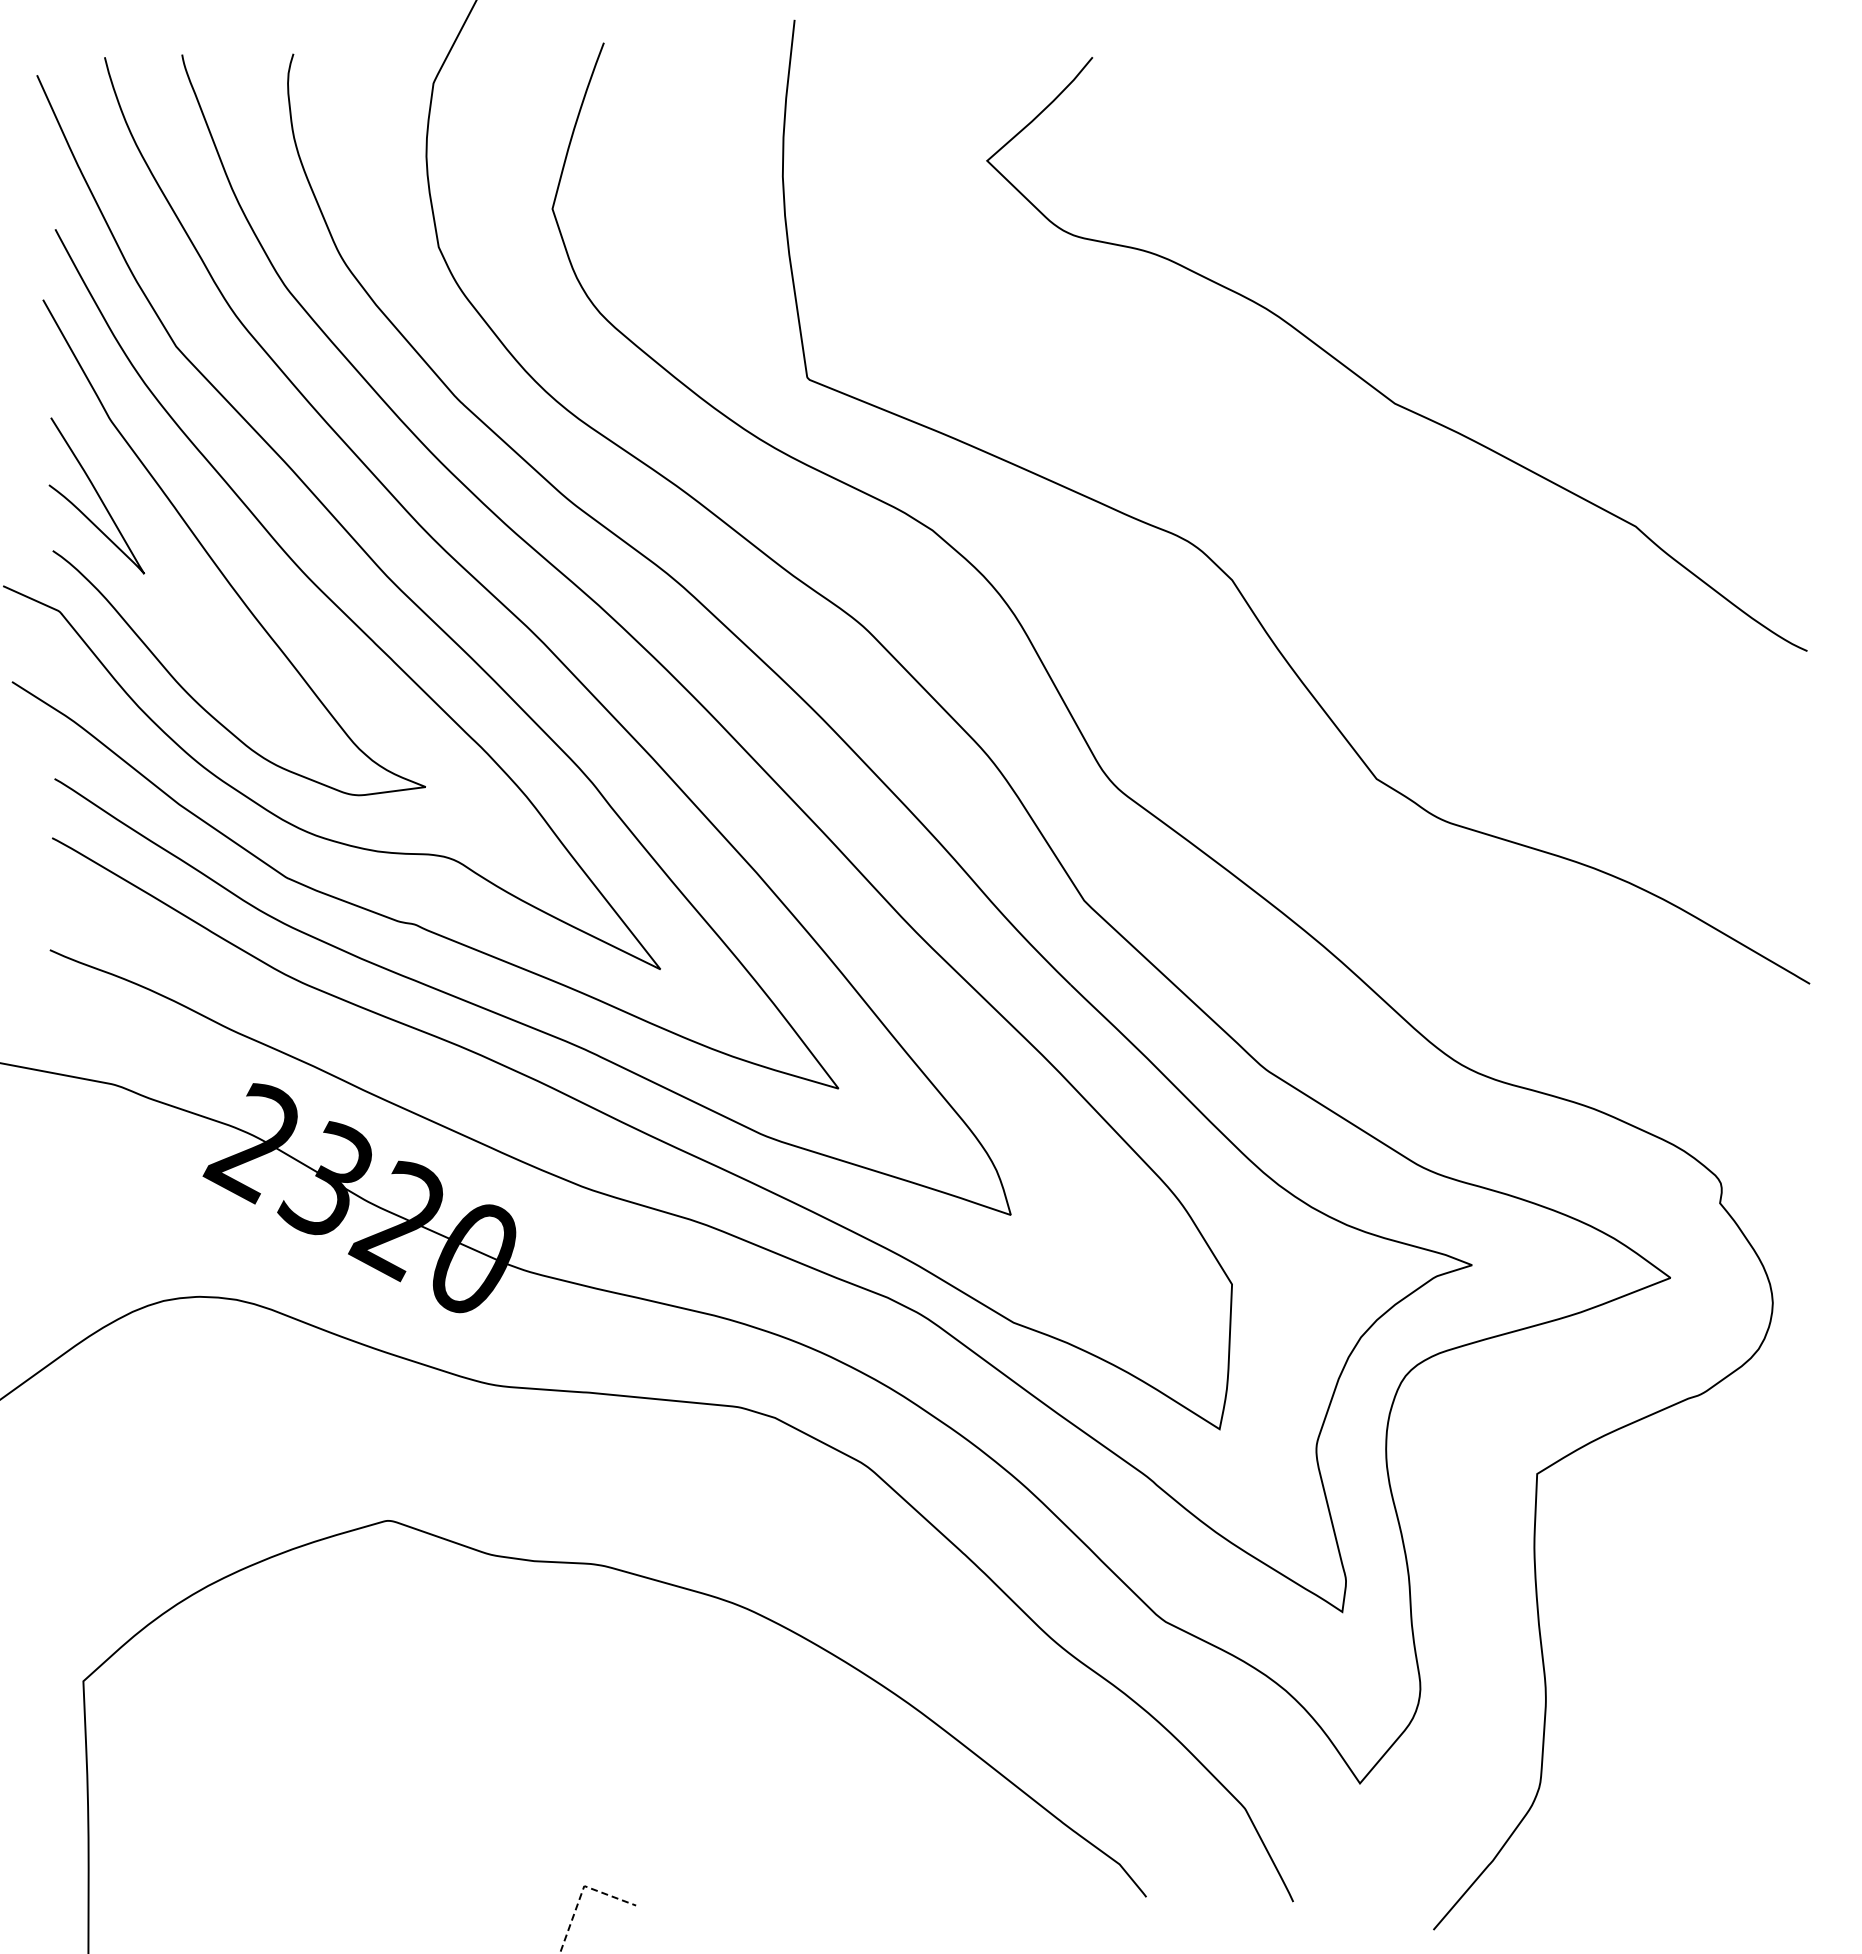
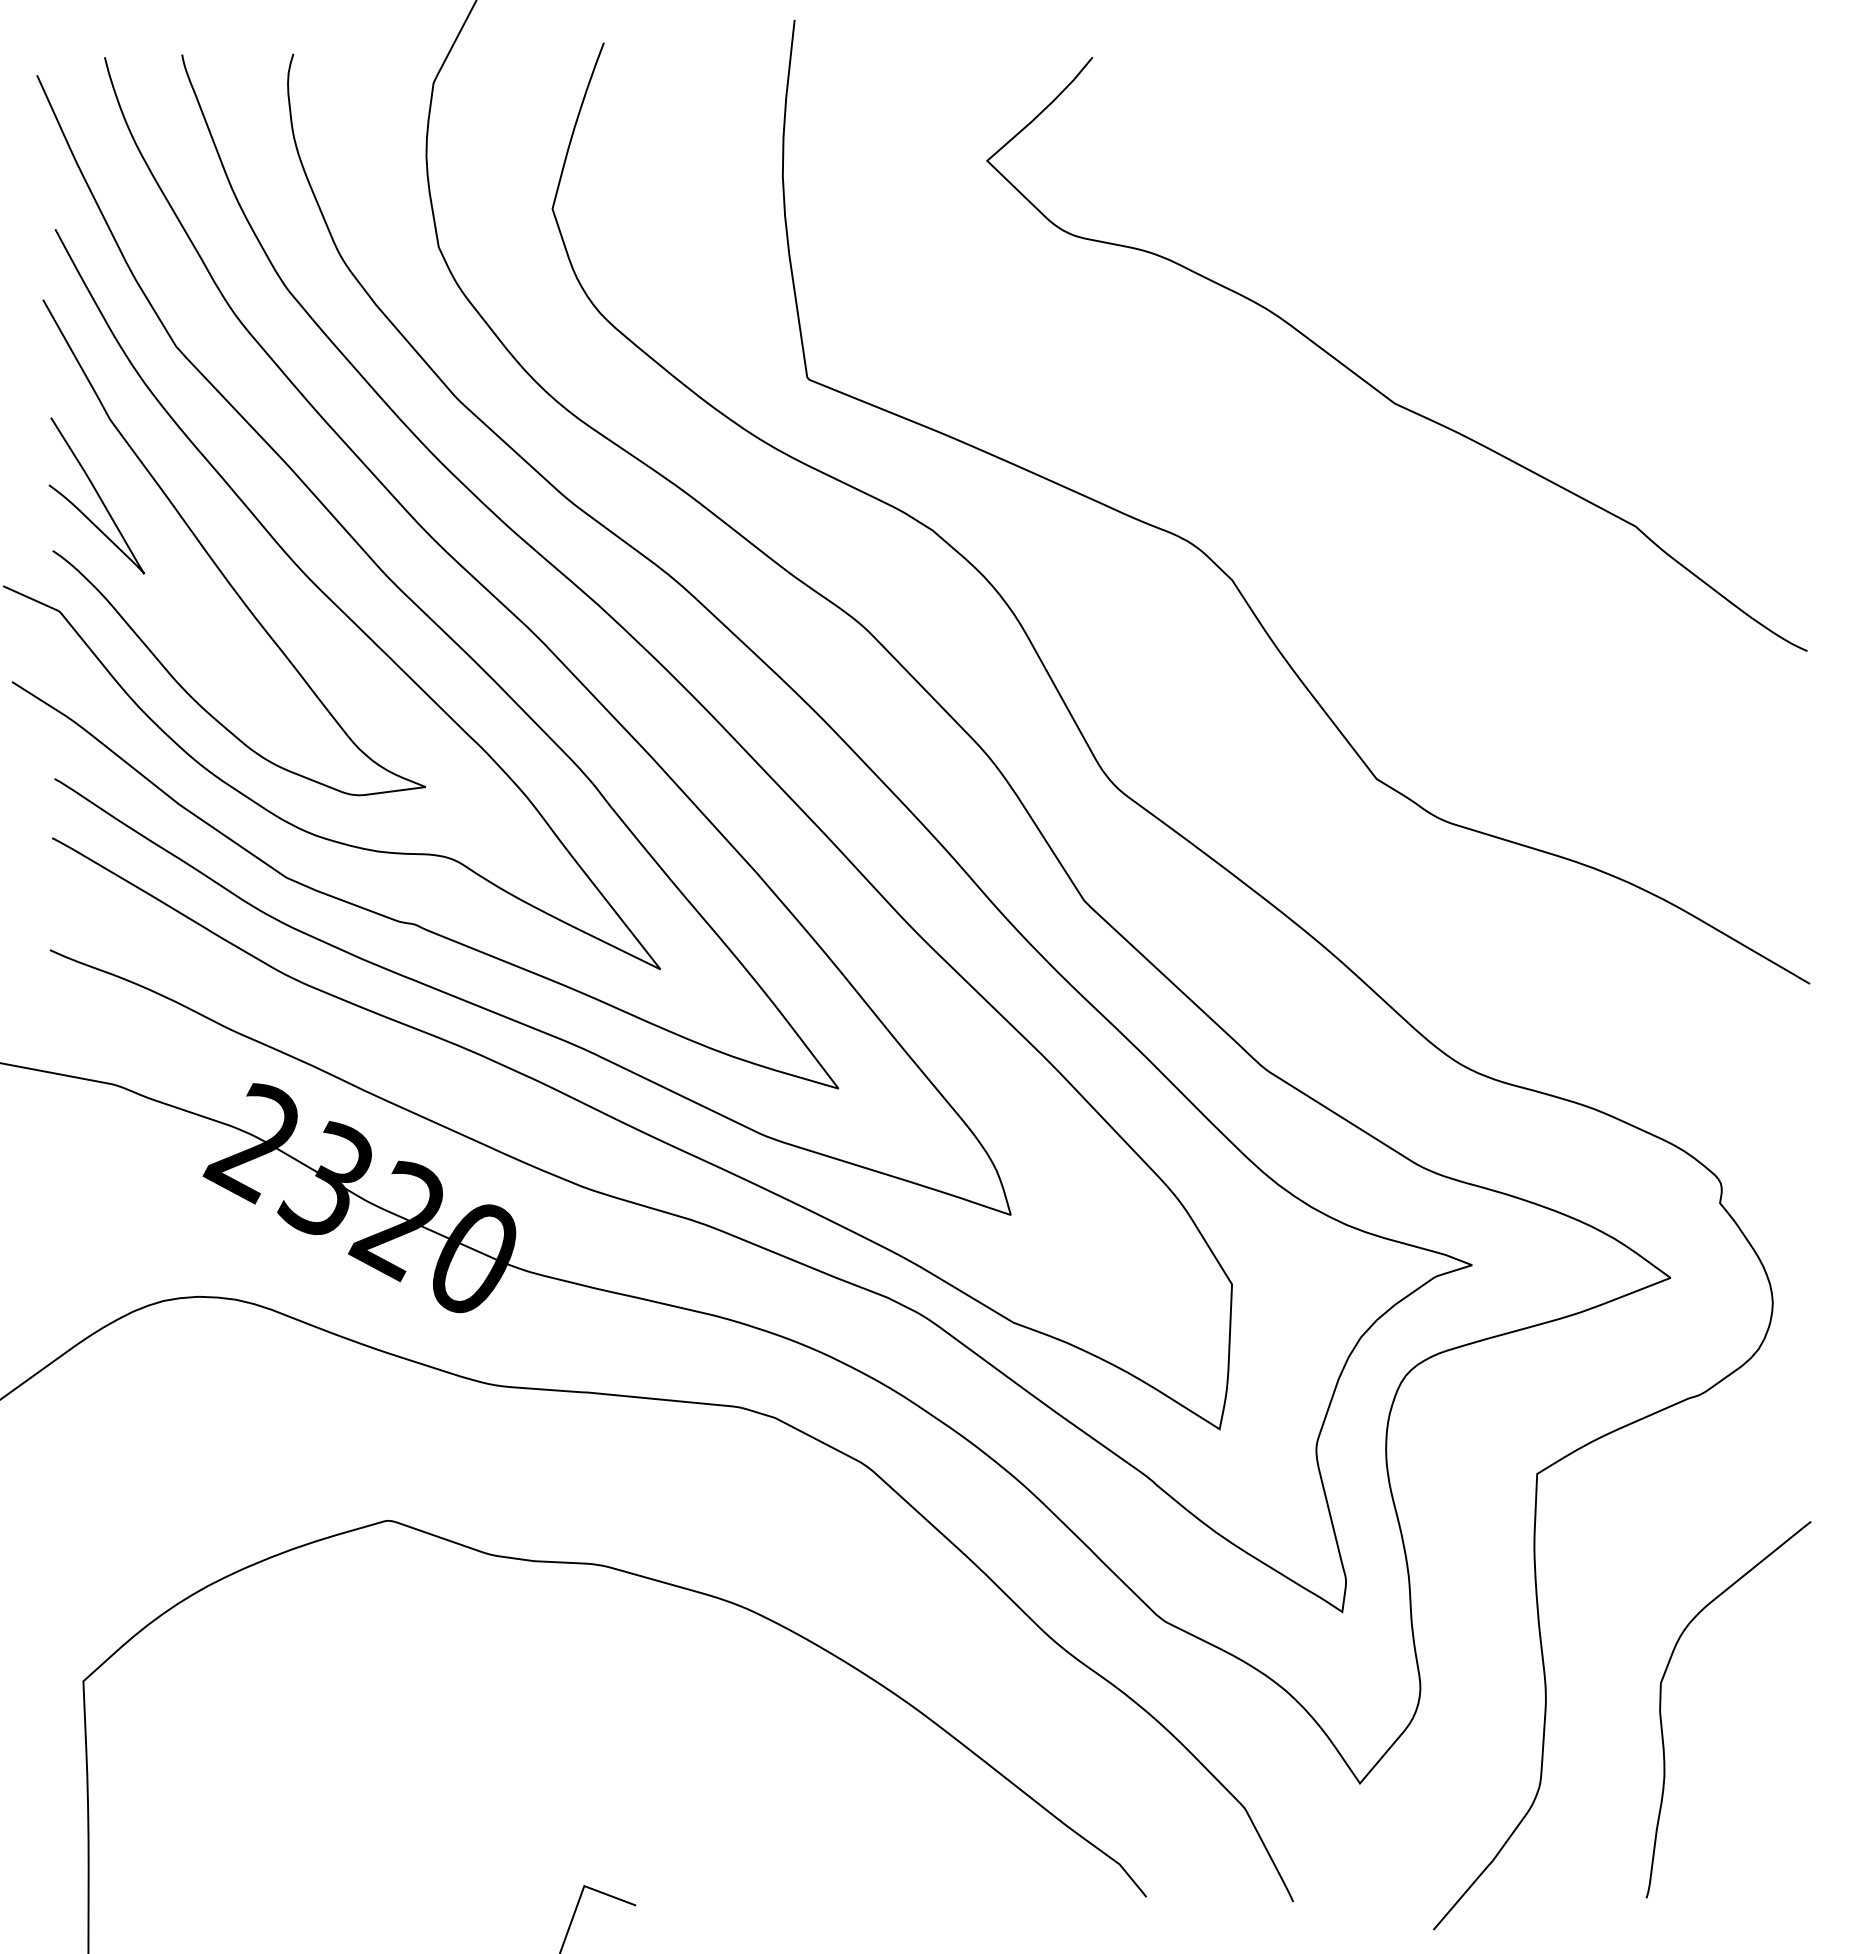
curve at (1661, 1707): none -> present
line at (581, 1892): dashed -> solid
